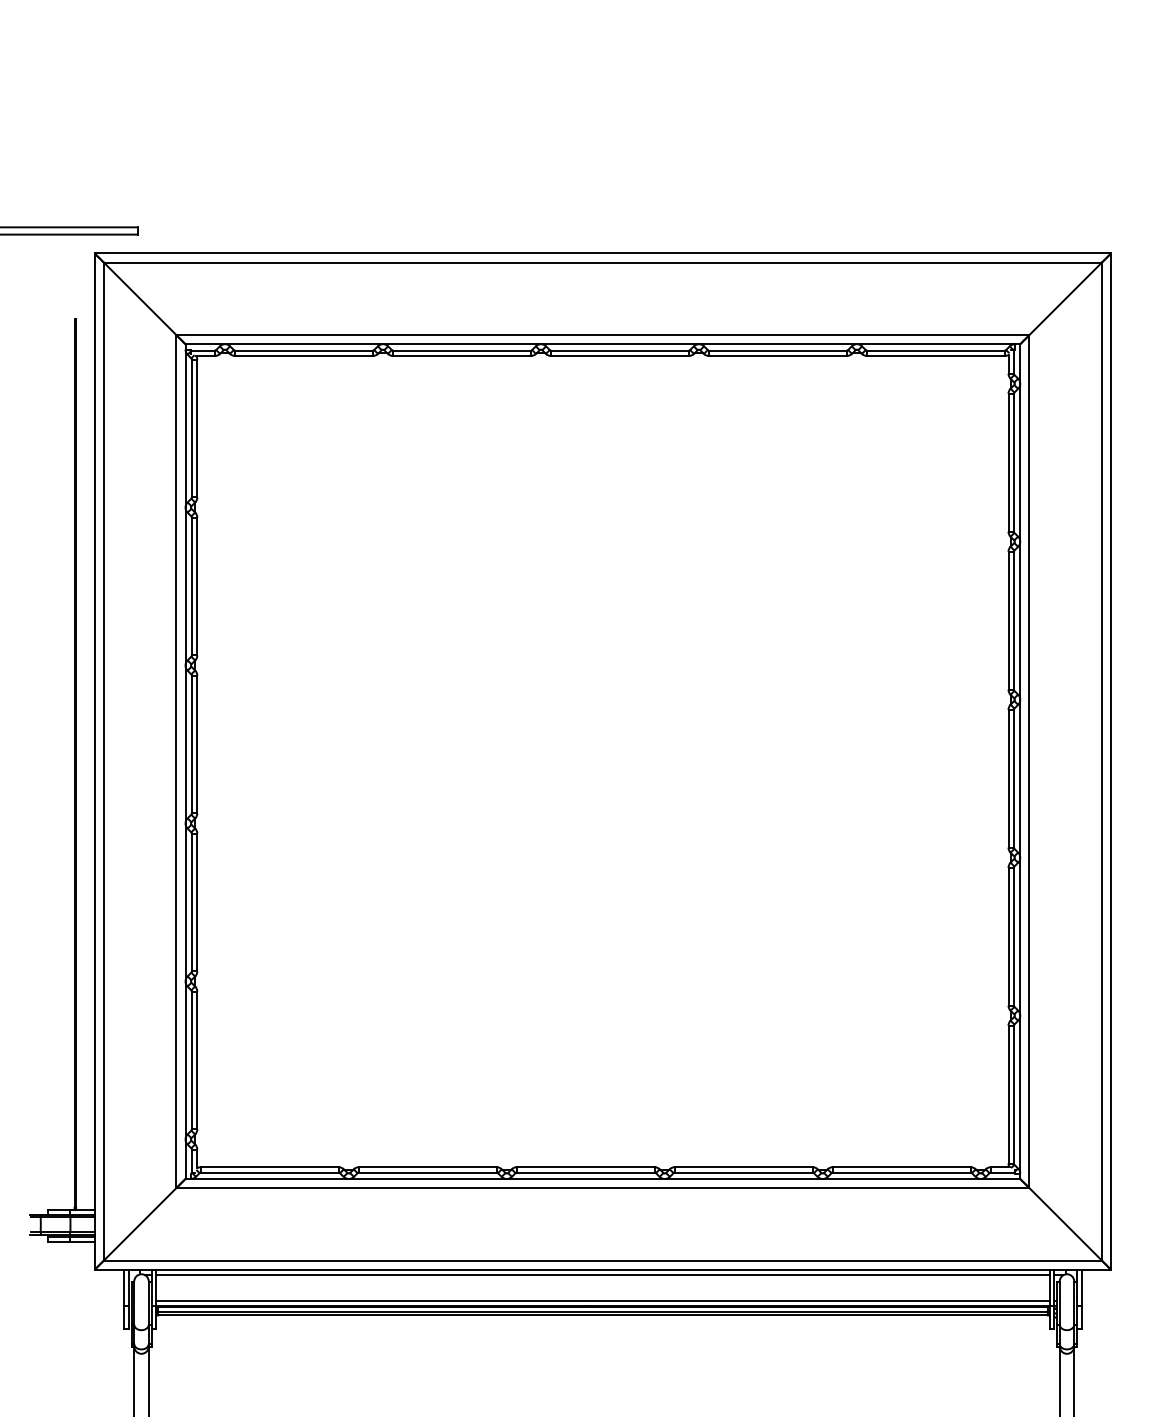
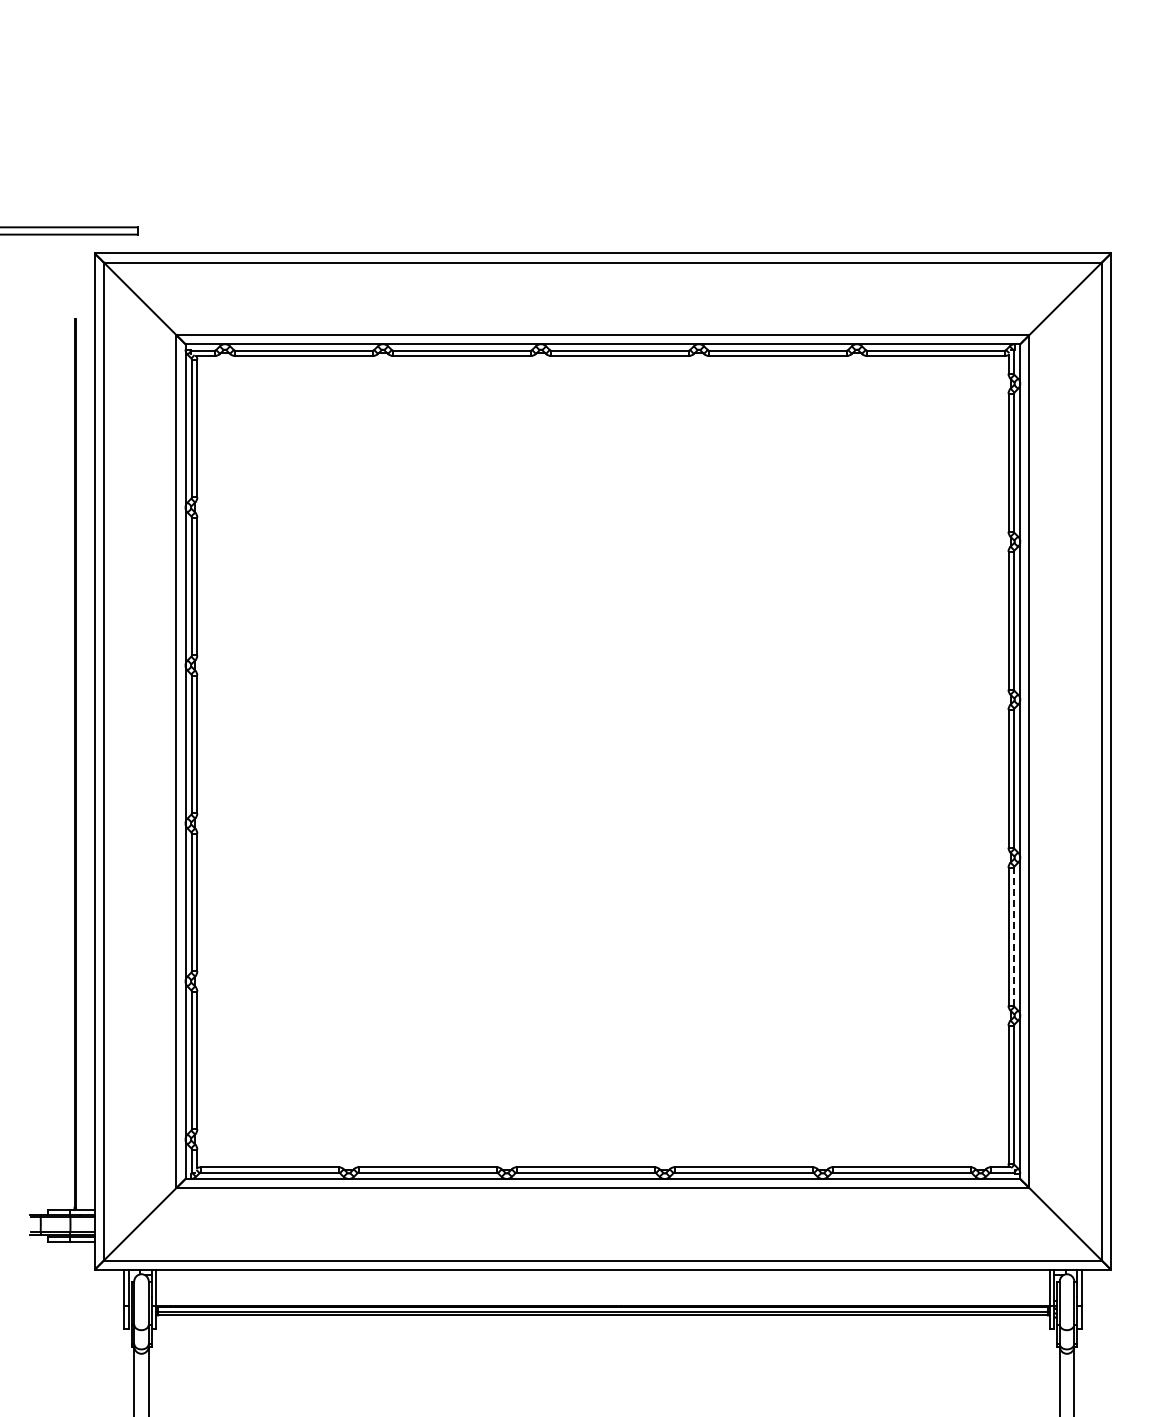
line at (1013, 936): solid -> dashed
line at (602, 1275): present -> none
line at (602, 1300): present -> none
